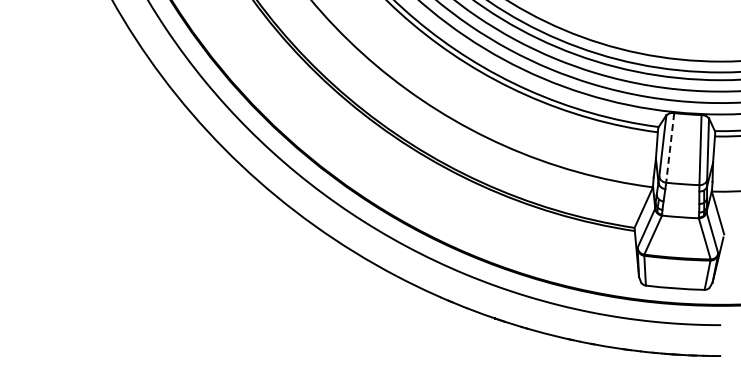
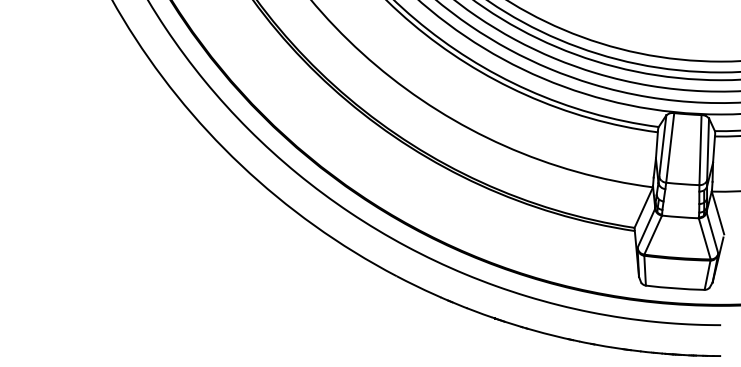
line at (670, 148): dashed -> solid
